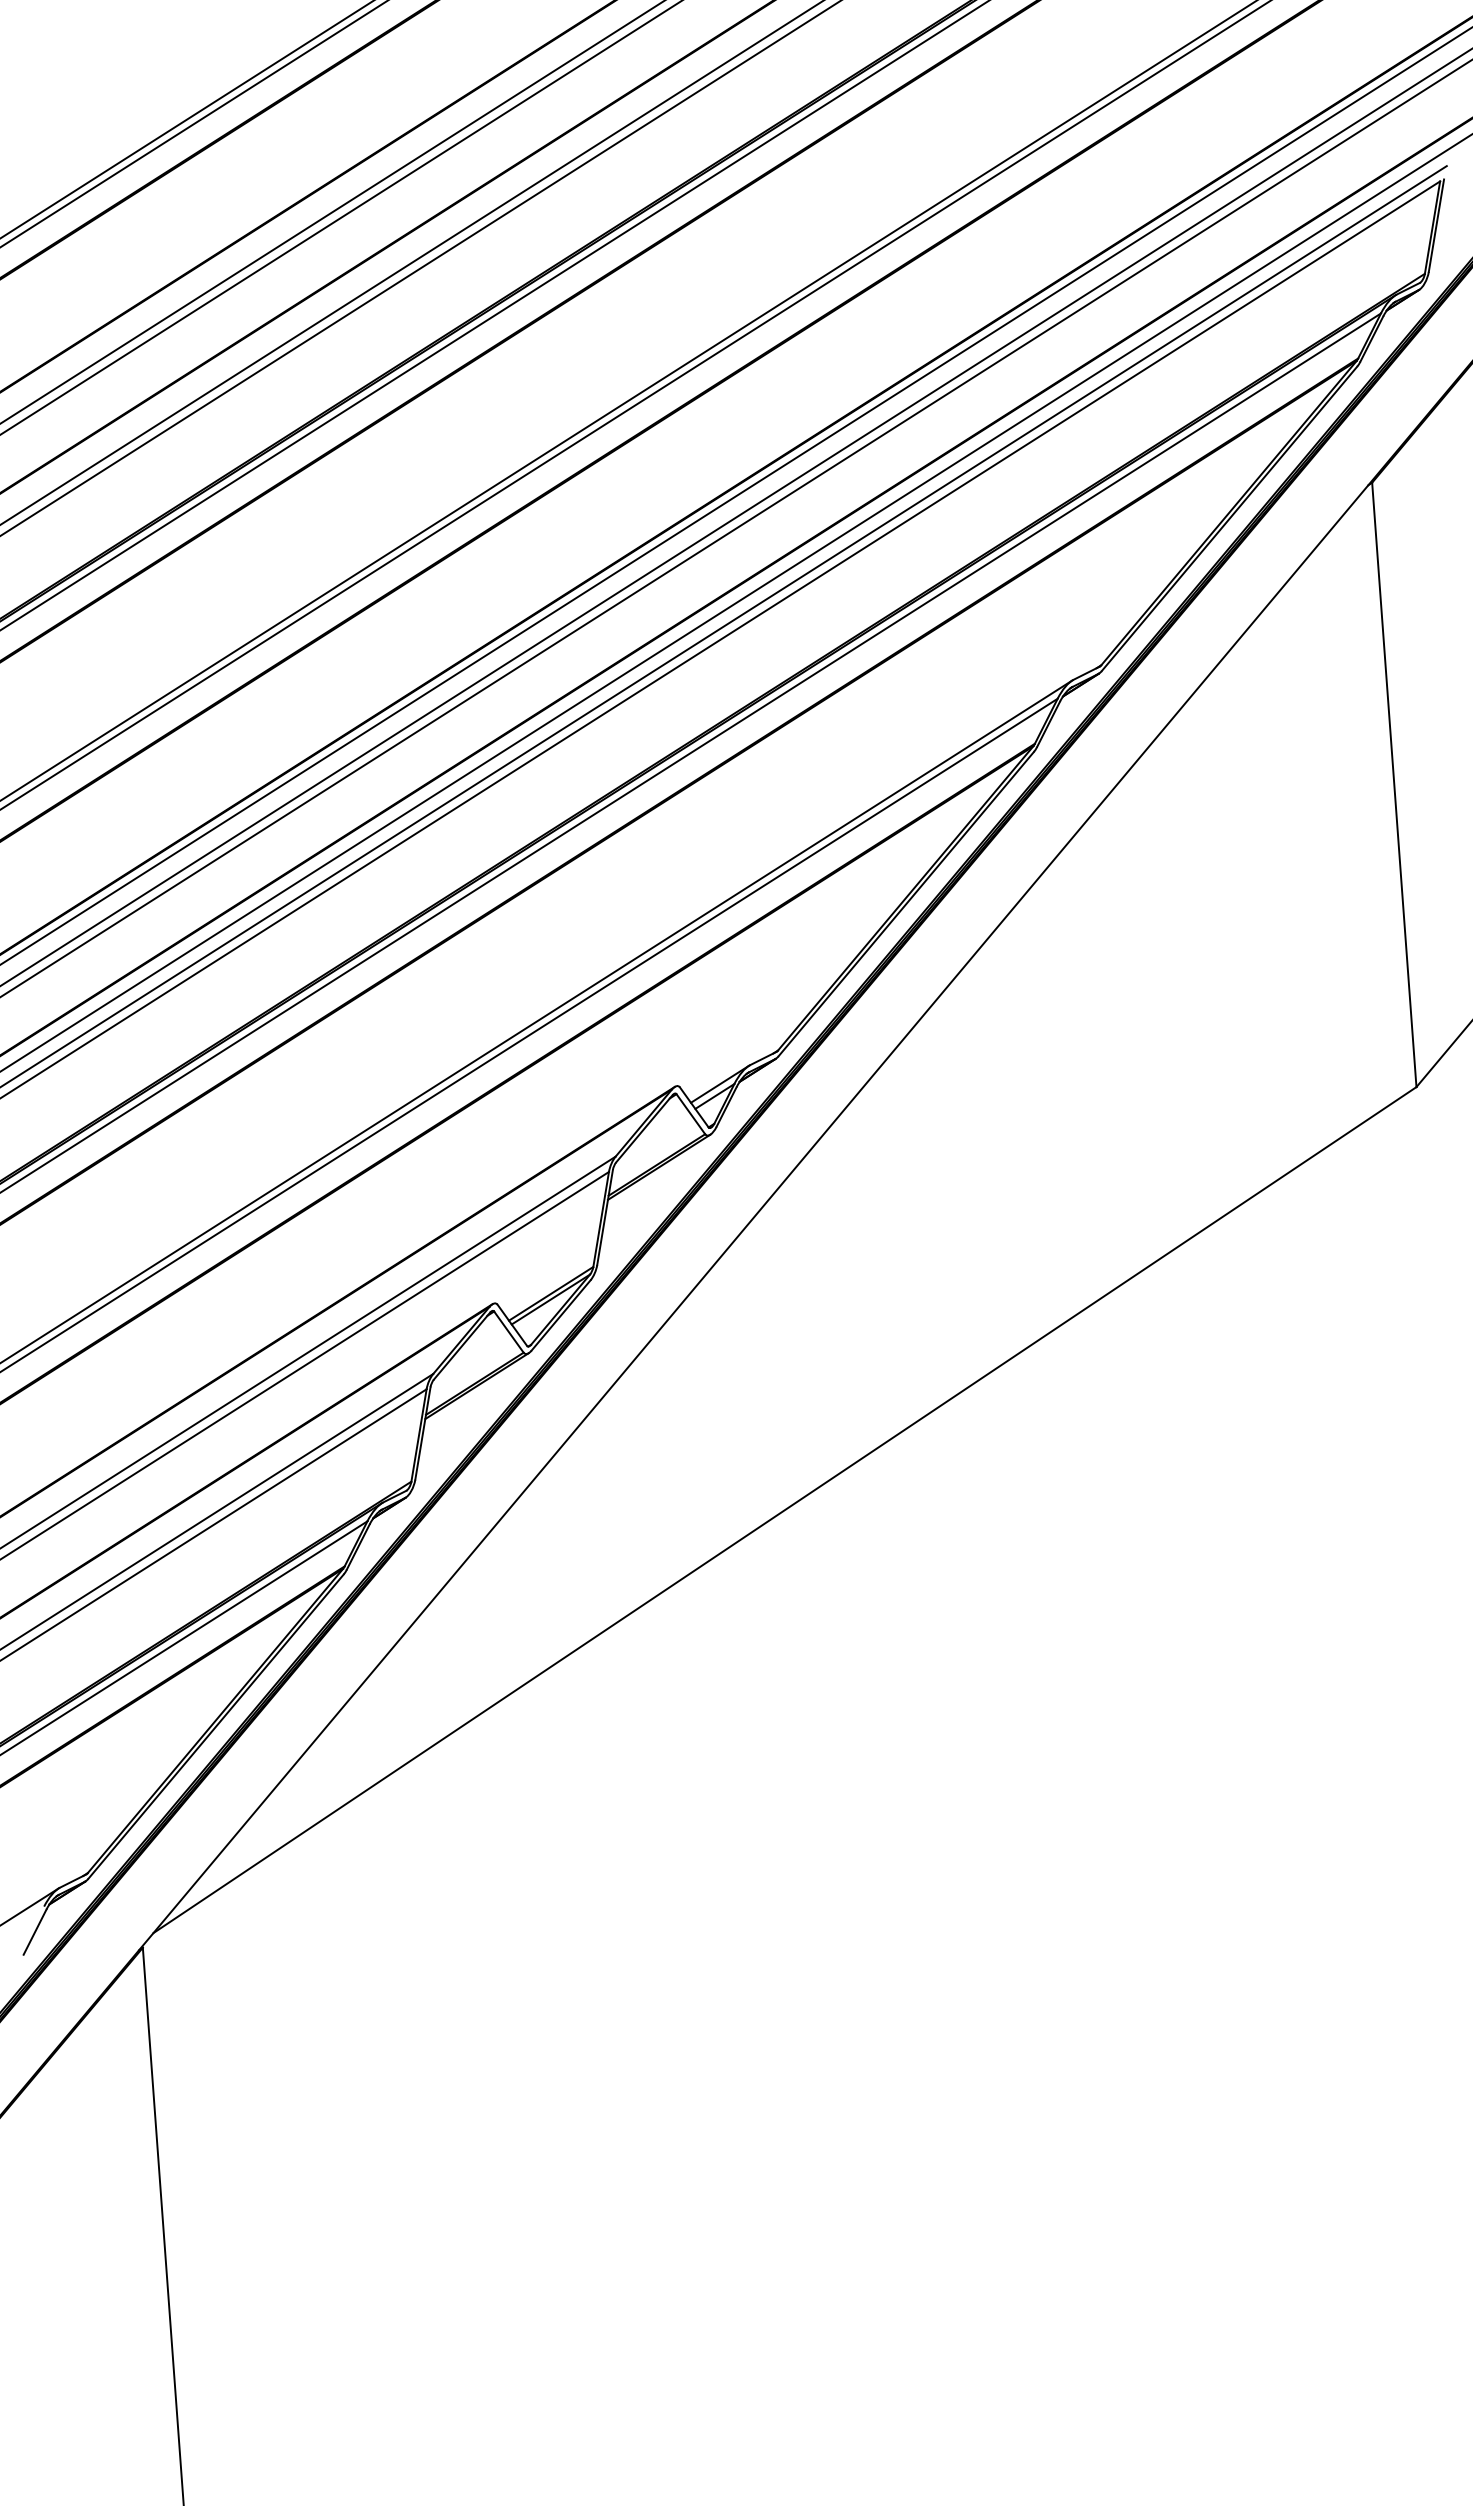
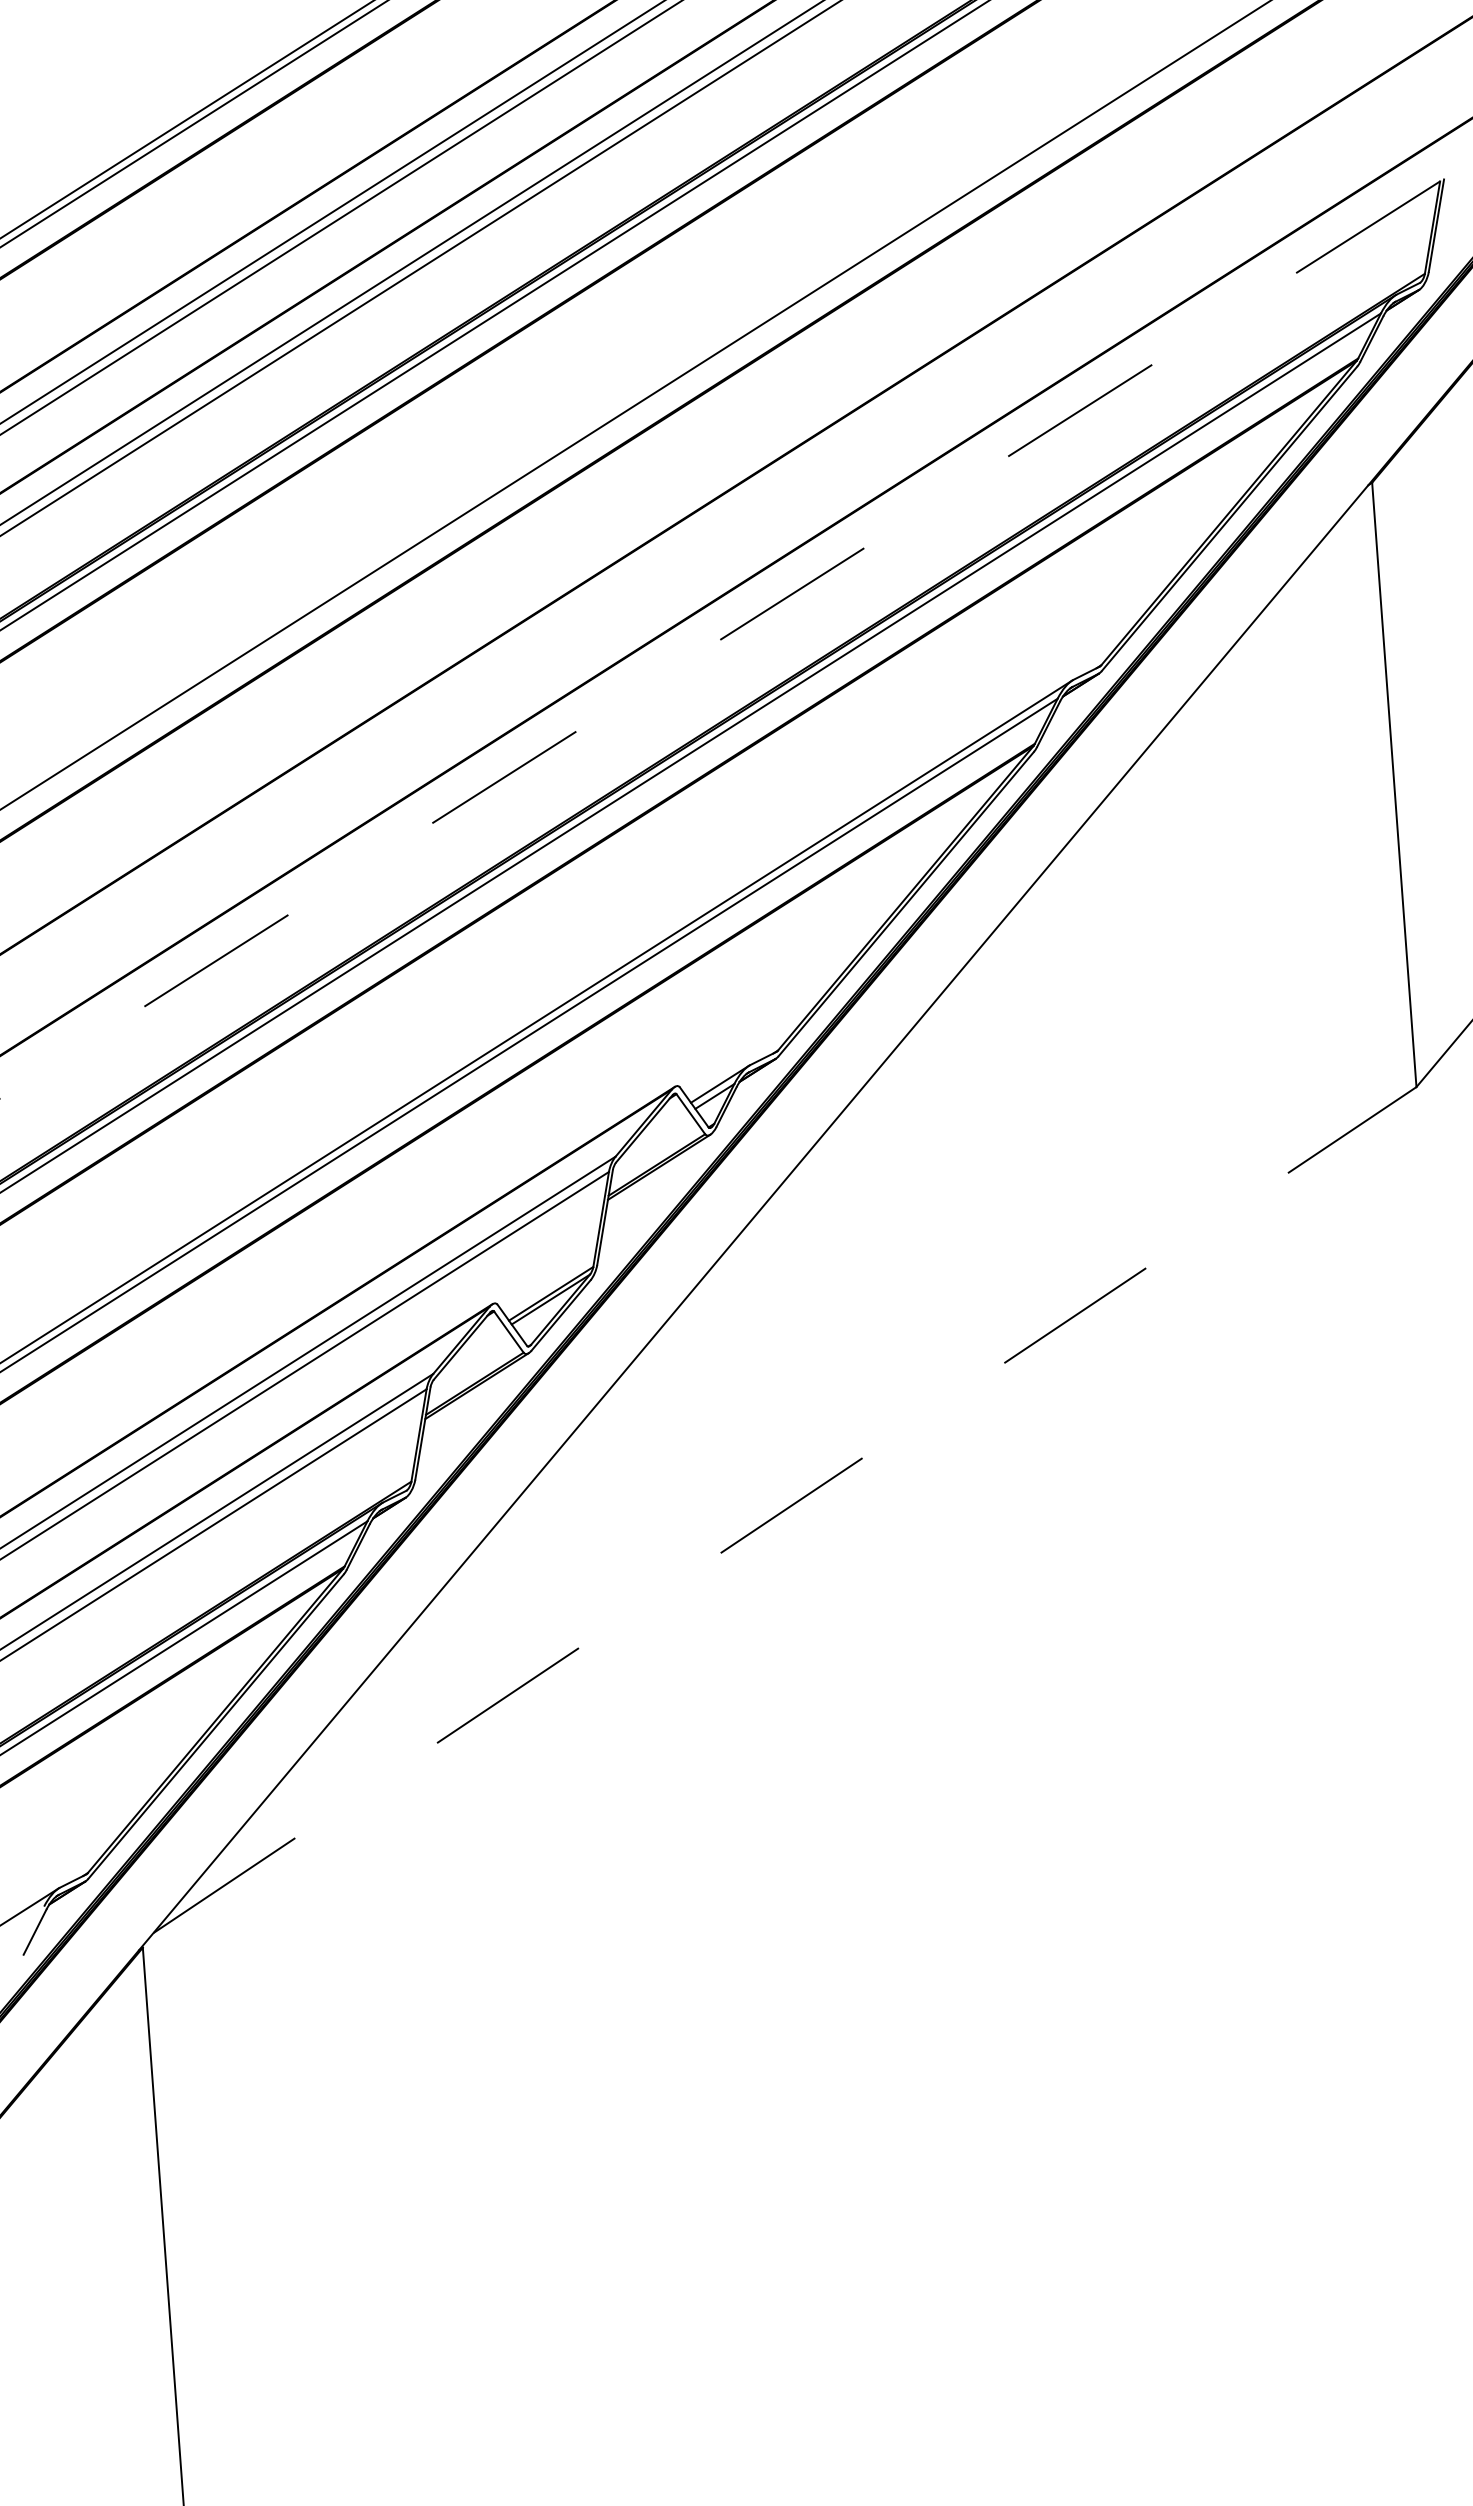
line at (627, 400): present -> none
line at (735, 496): present -> none
line at (735, 517): present -> none
line at (735, 528): present -> none
line at (735, 602): present -> none
line at (724, 625): present -> none
line at (720, 639): solid -> dashed
line at (785, 1509): solid -> dashed
